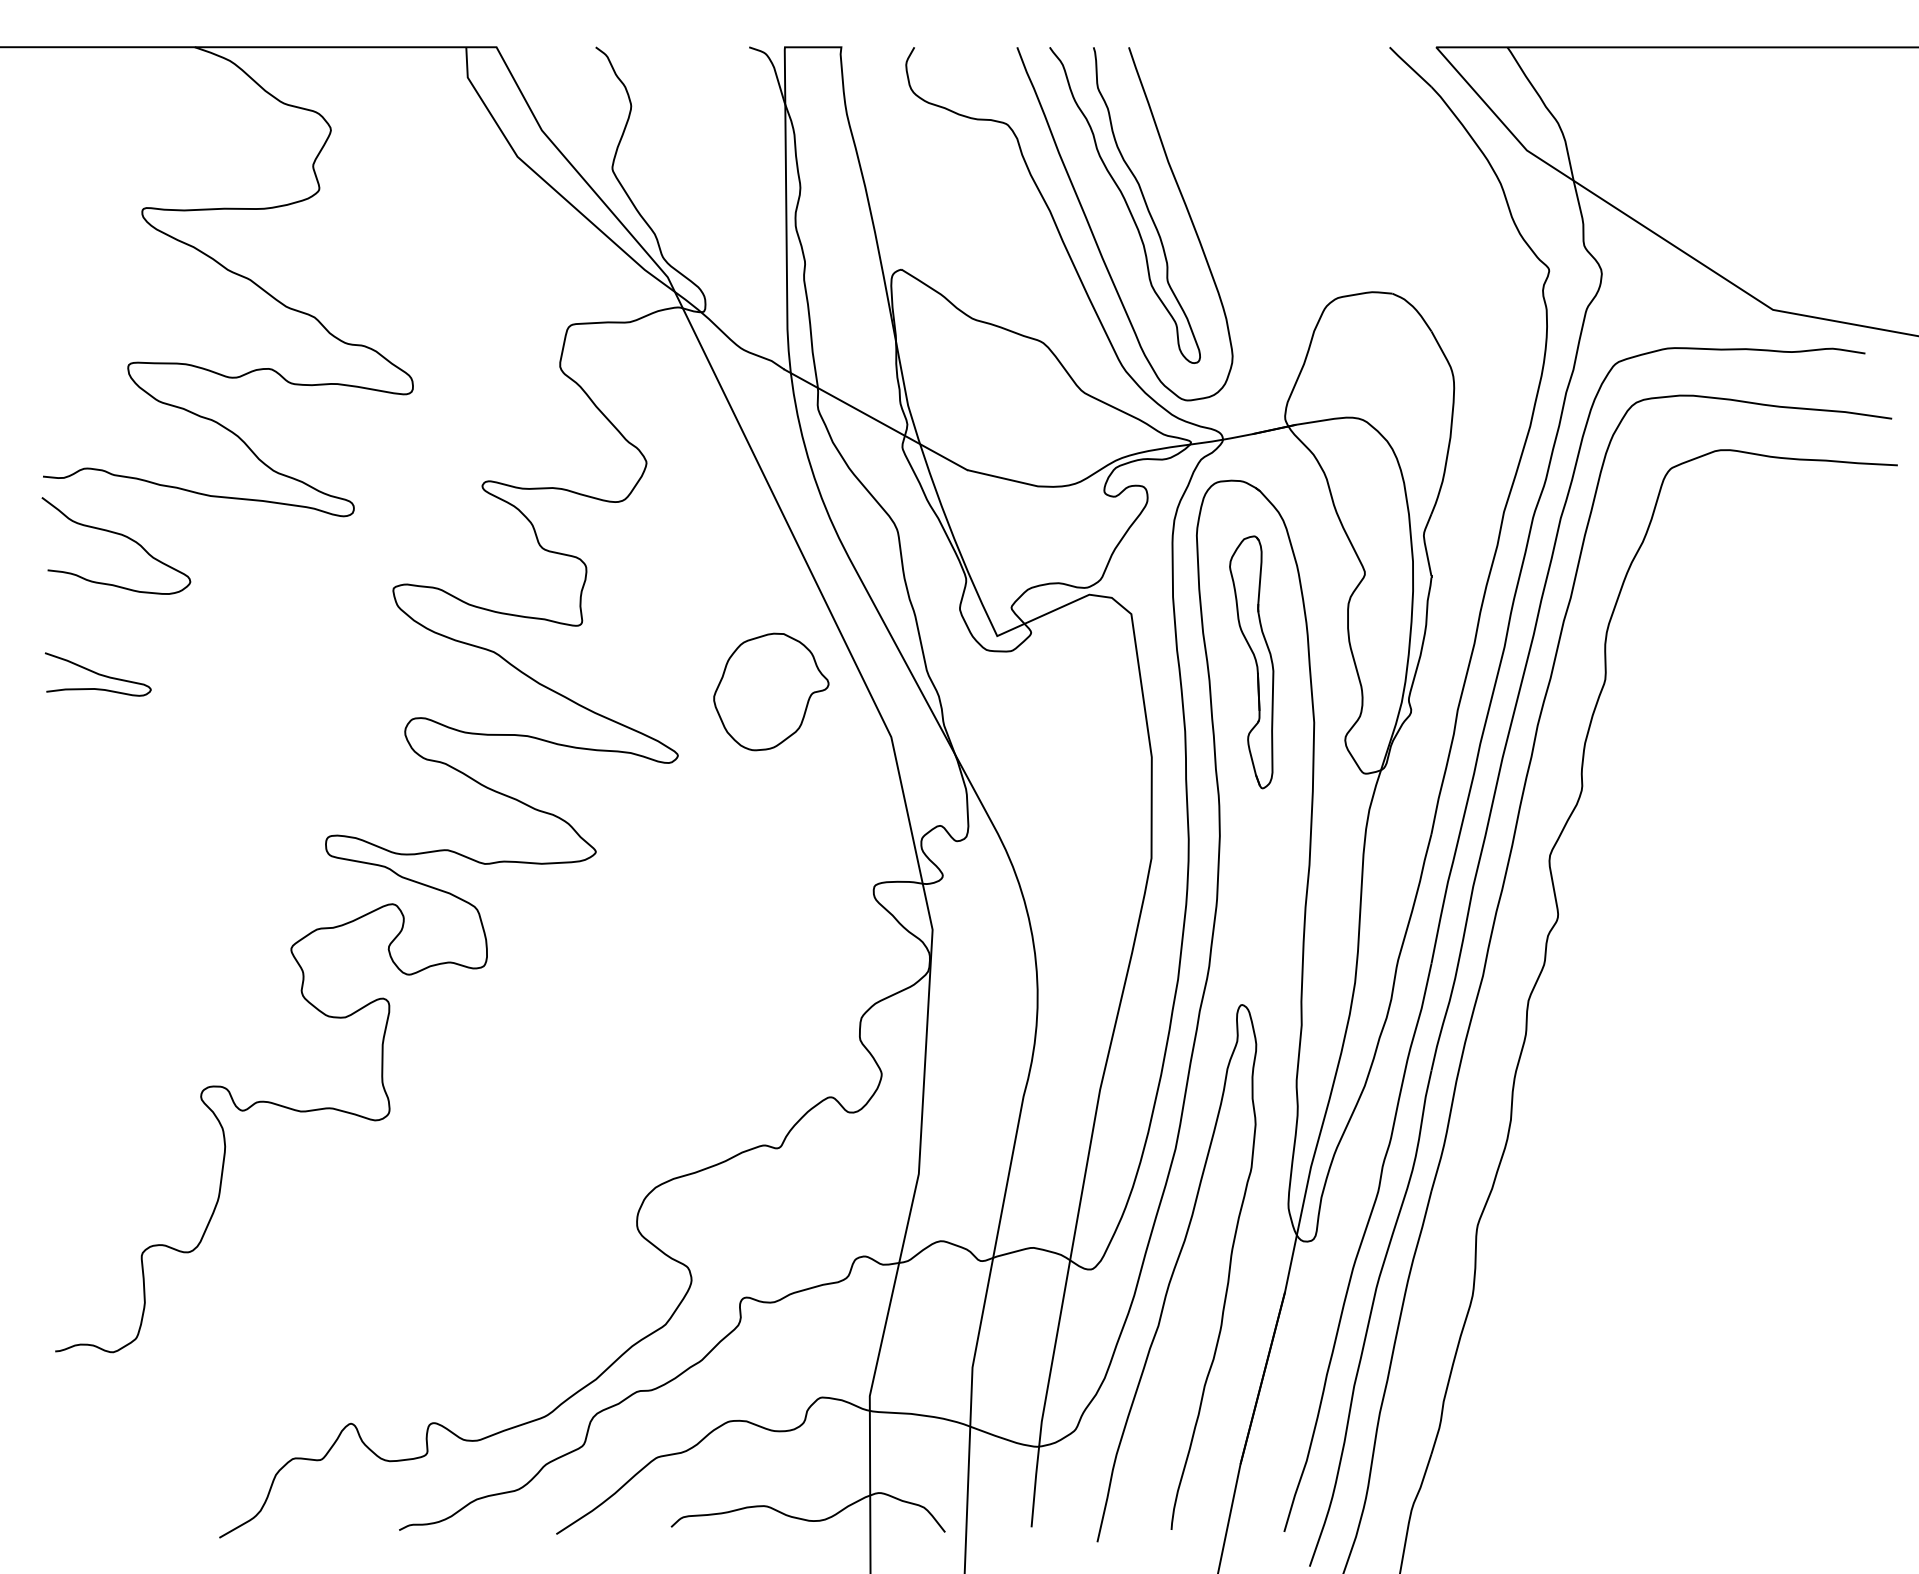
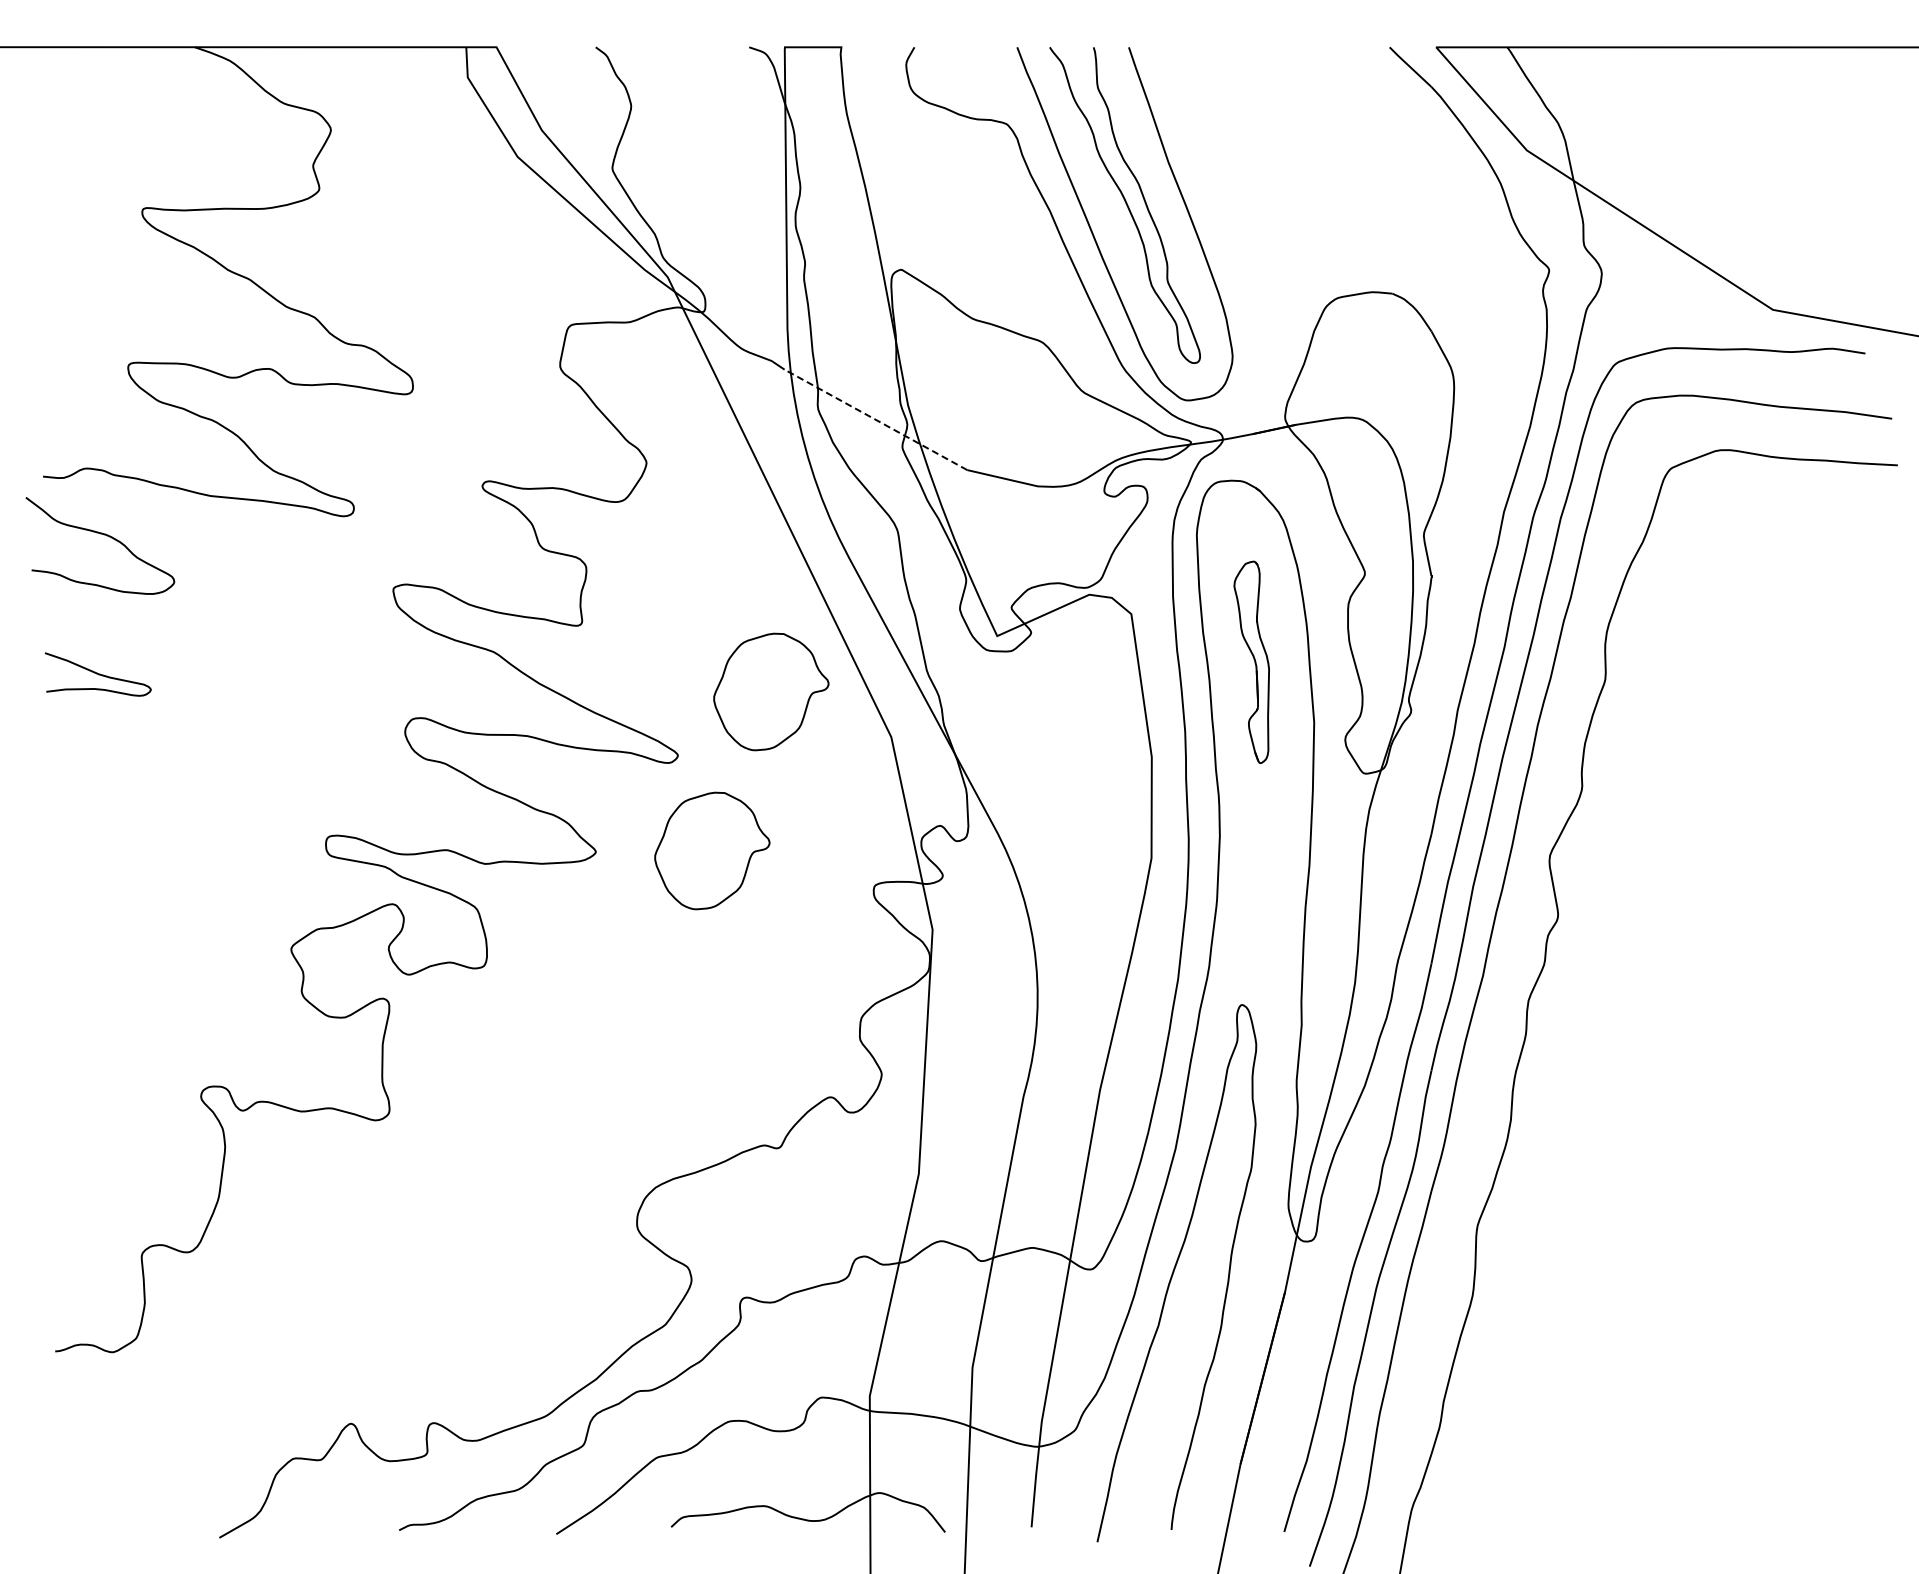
line at (875, 419): solid -> dashed
curve at (120, 535) position: (120, 535) -> (104, 535)
part at (1251, 662) size: 46x255 px -> 37x205 px
part at (712, 850): none -> present
